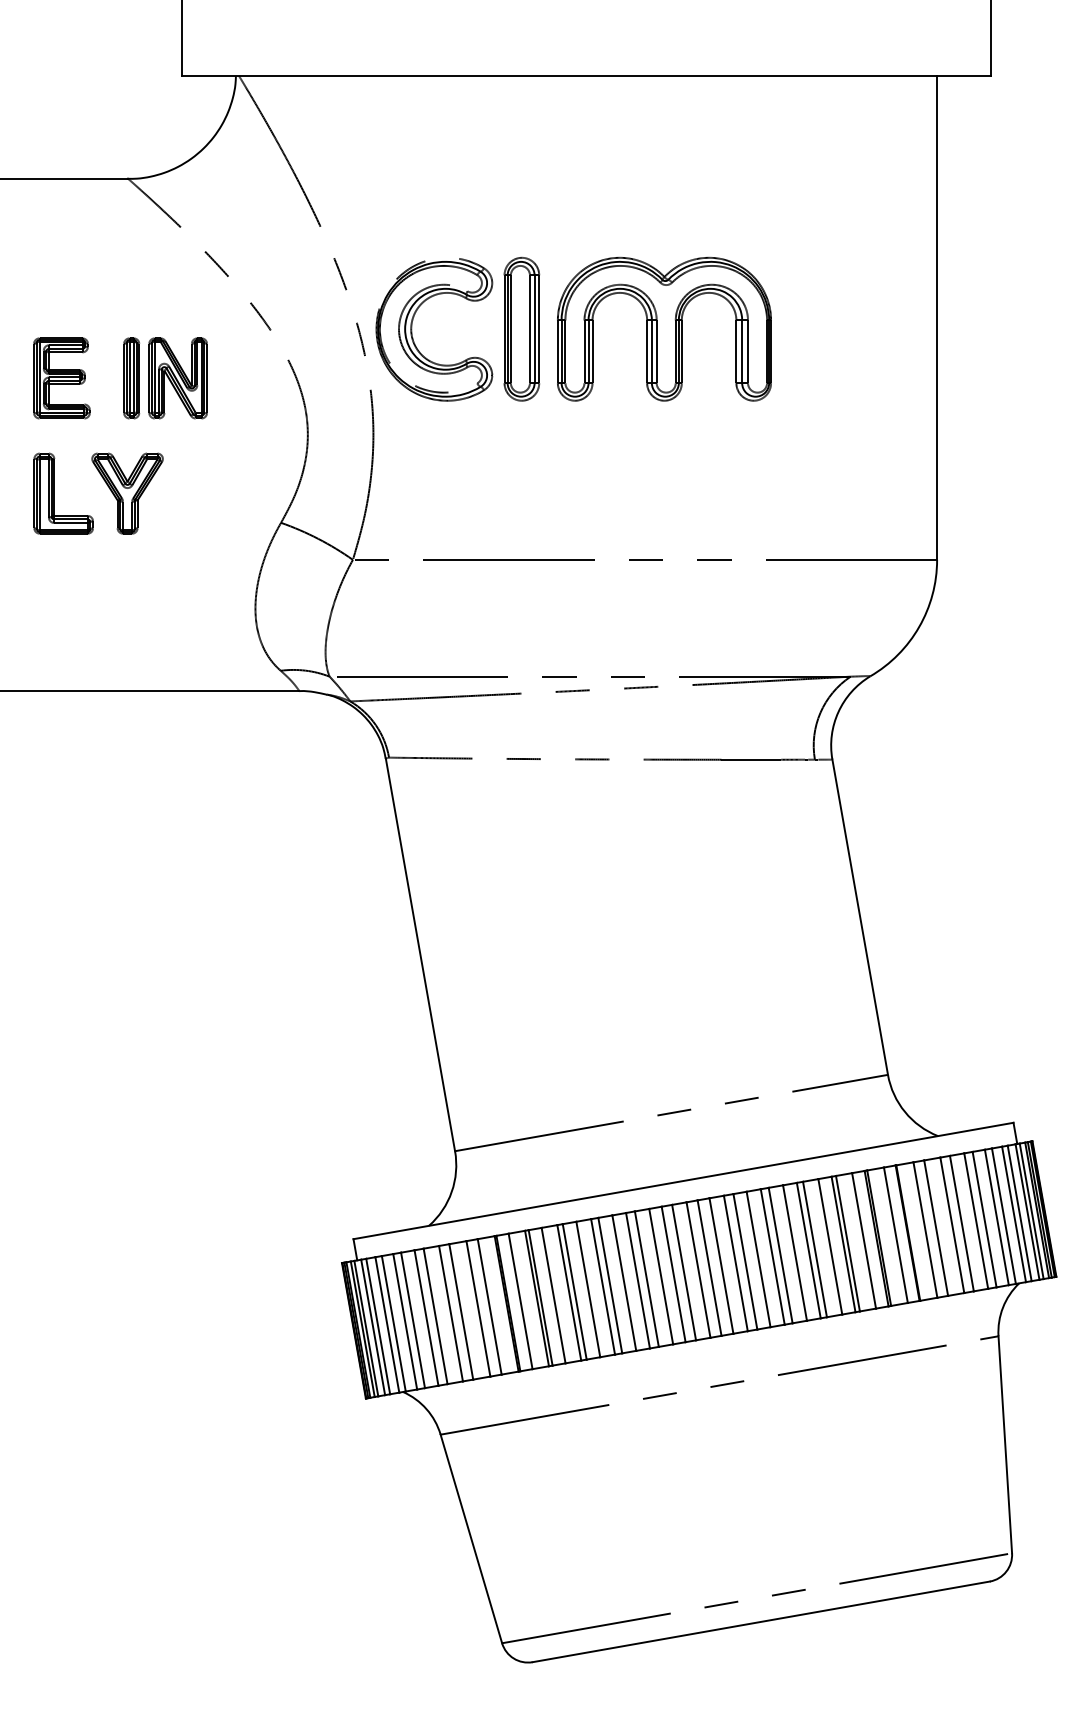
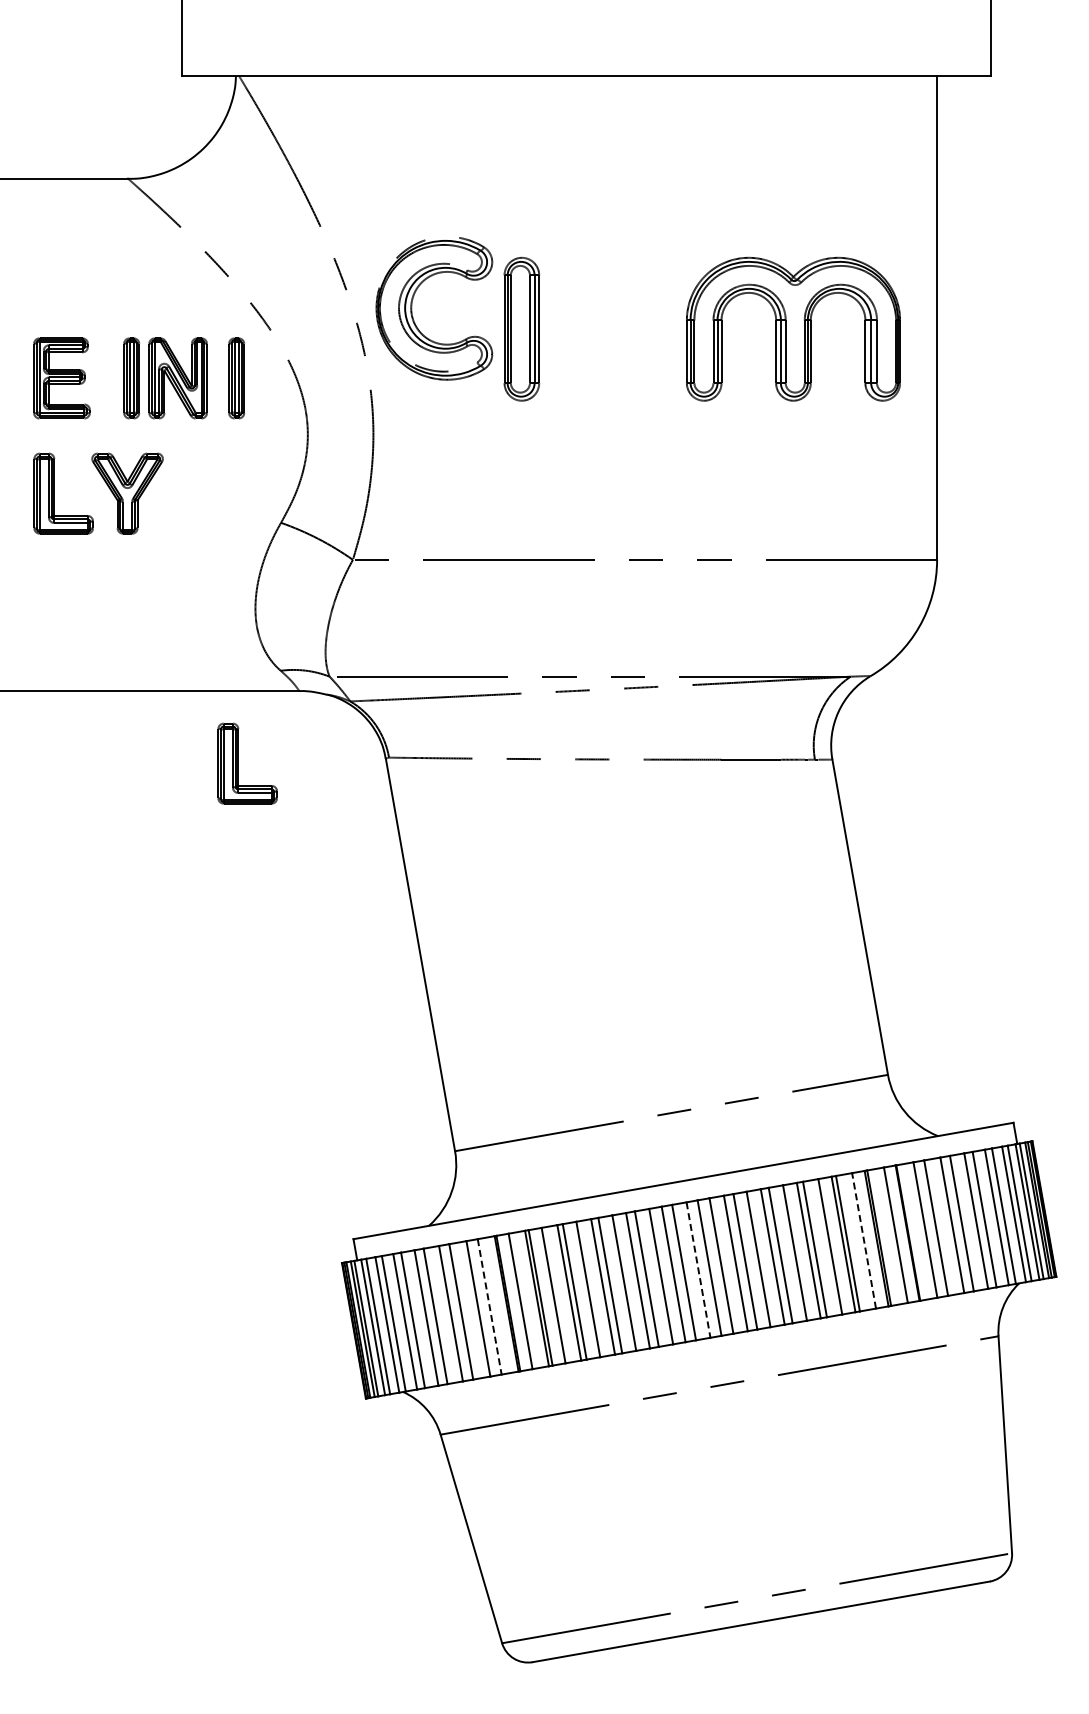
part at (664, 328) position: (664, 328) -> (793, 328)
part at (412, 329) position: (412, 329) -> (412, 308)
part at (236, 378): none -> present
part at (238, 763): none -> present
line at (864, 1240): solid -> dashed
line at (698, 1270): solid -> dashed
line at (489, 1306): solid -> dashed
